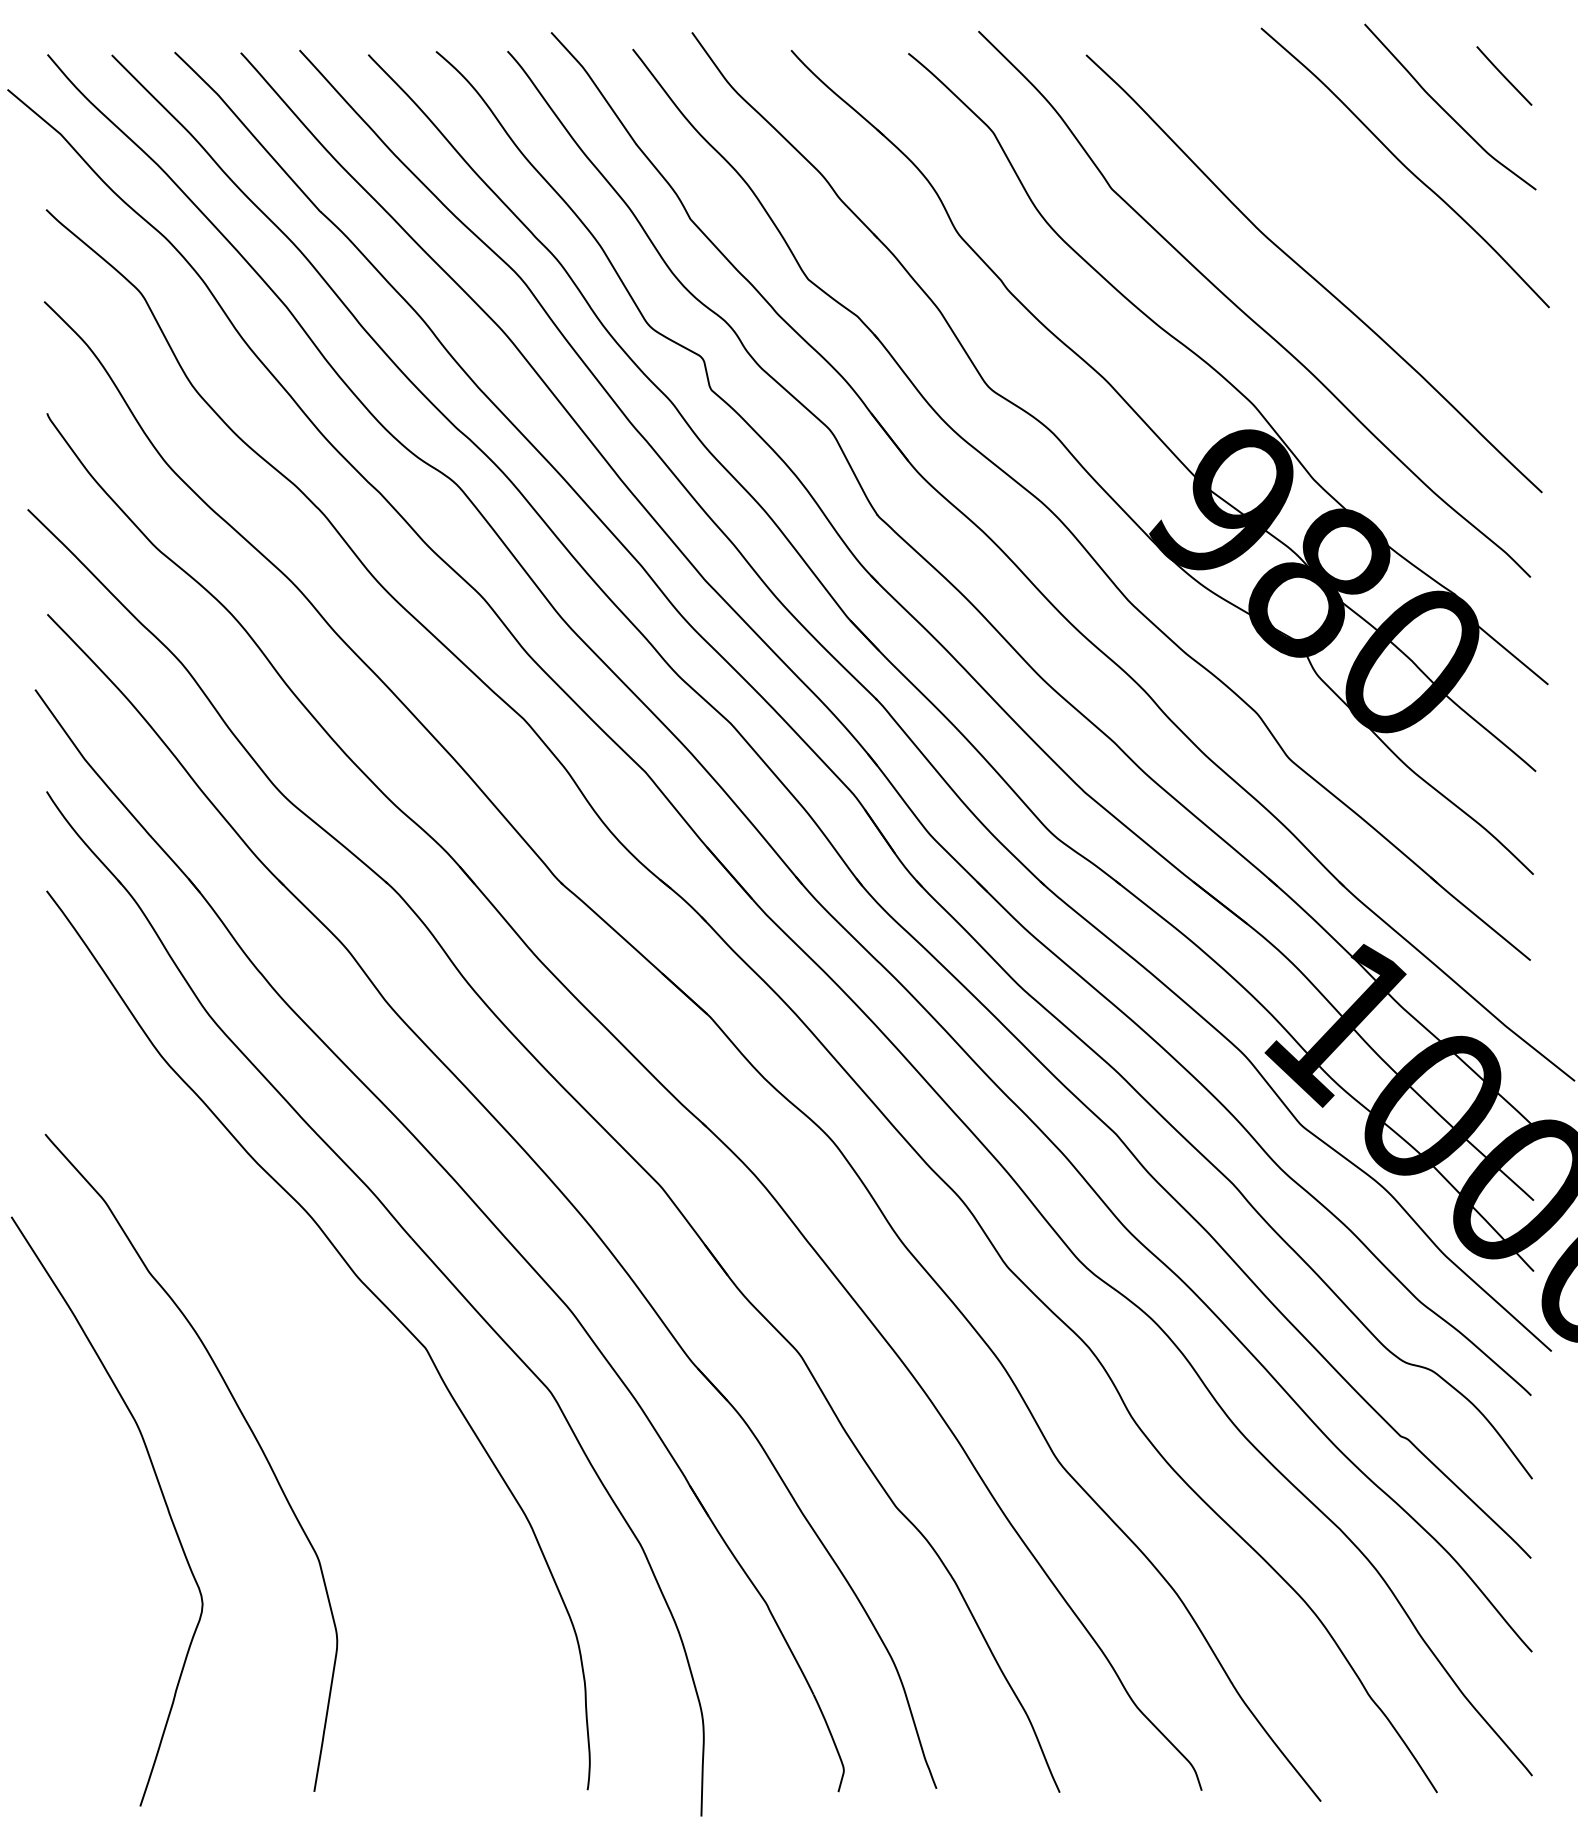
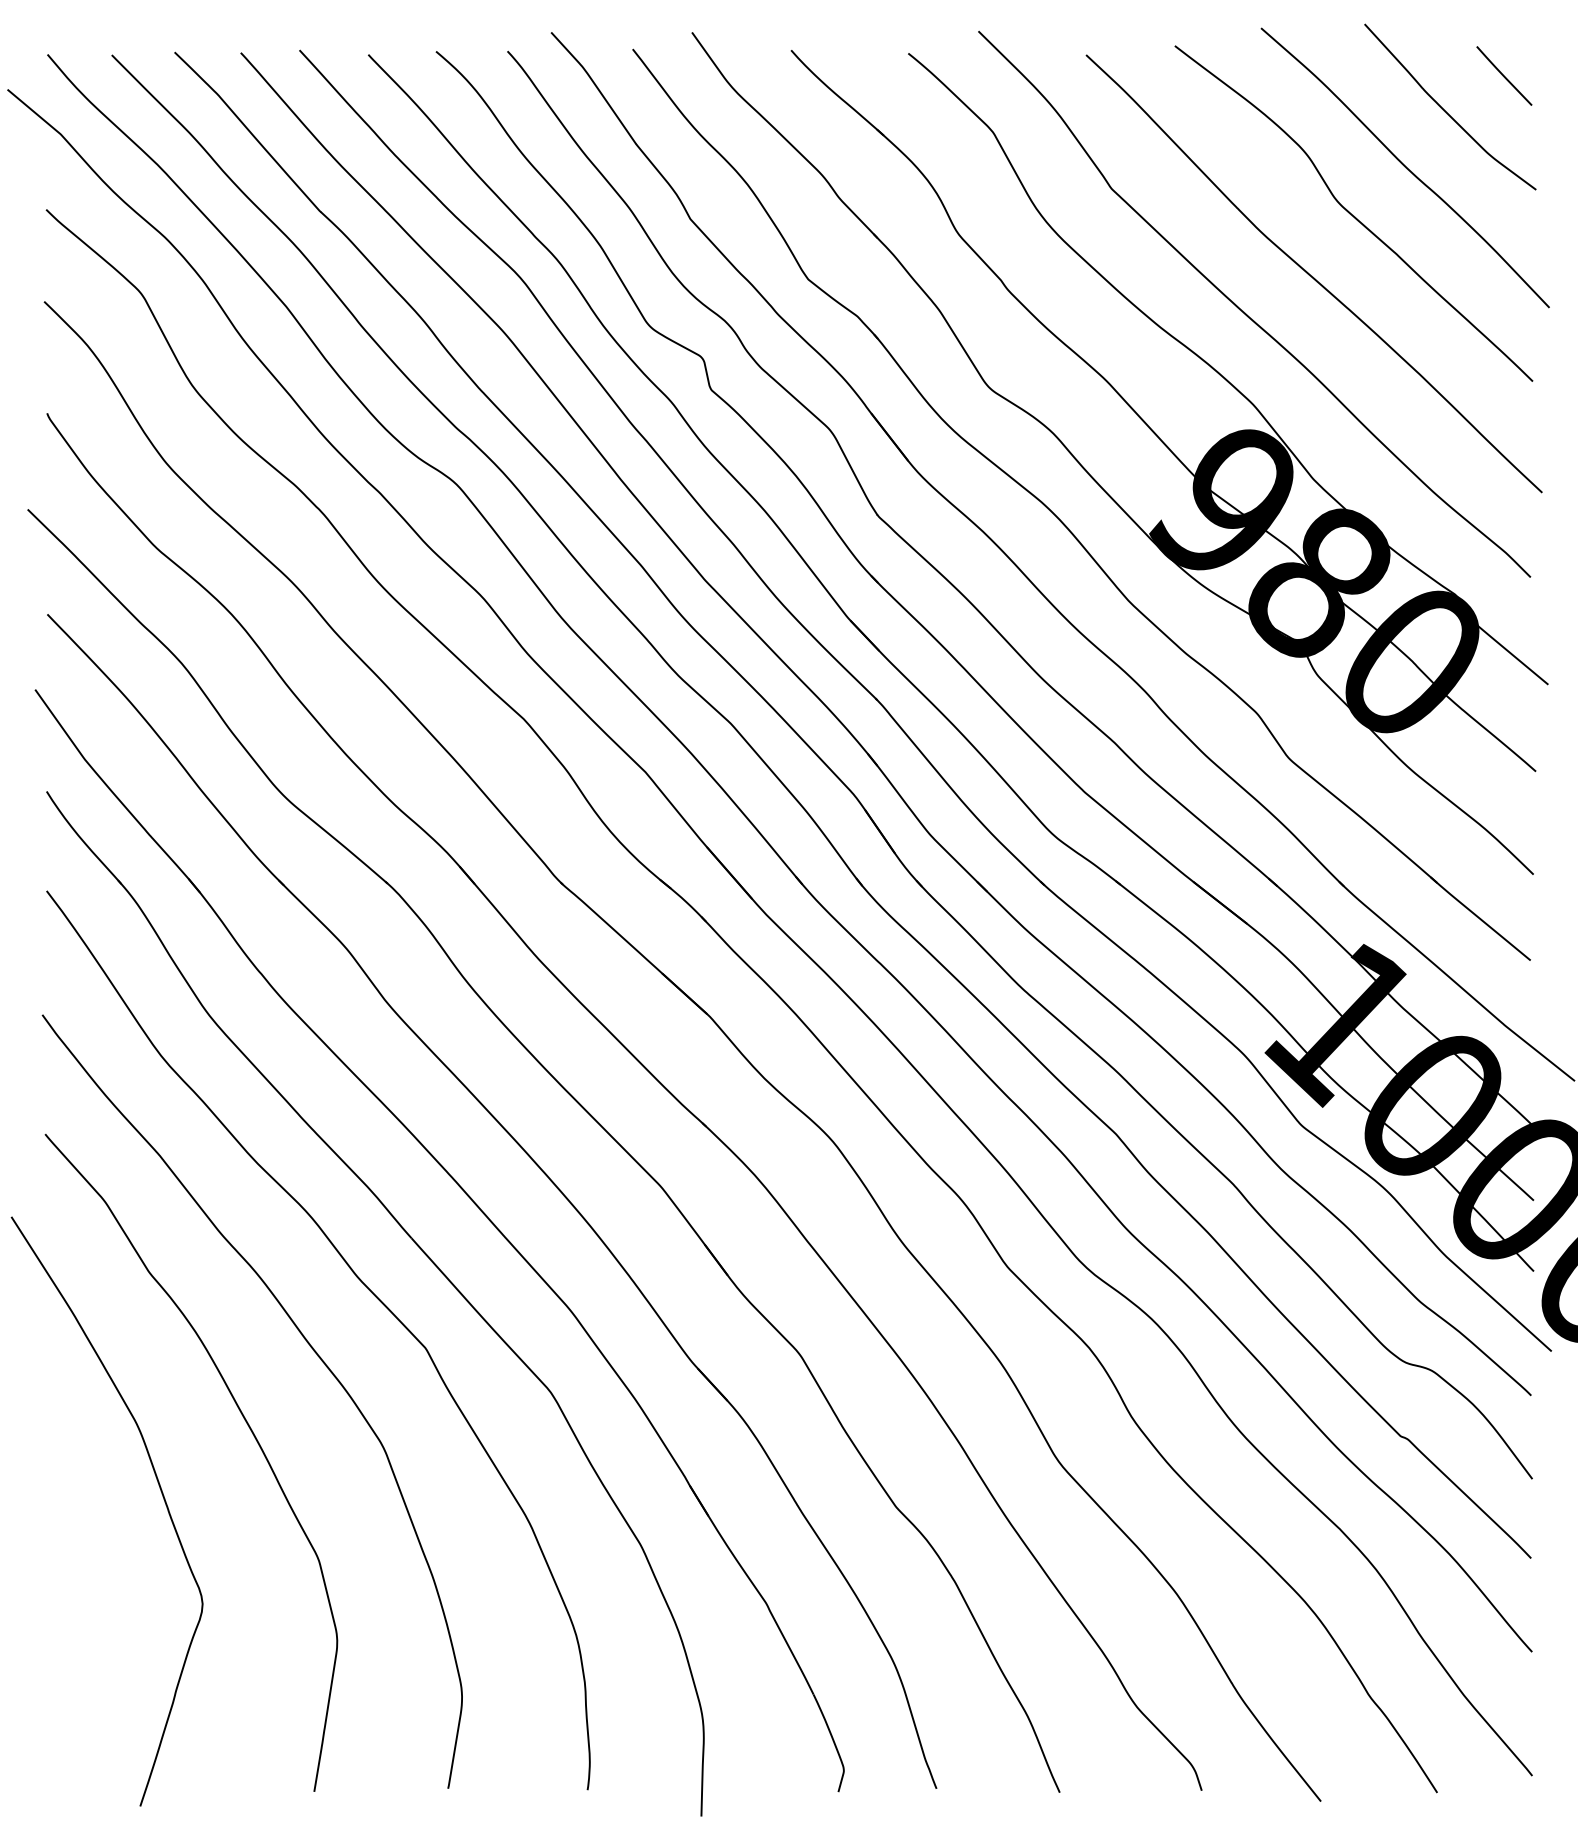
curve at (1352, 214): none -> present
curve at (313, 1351): none -> present
